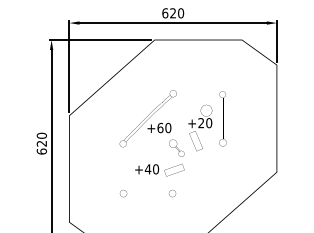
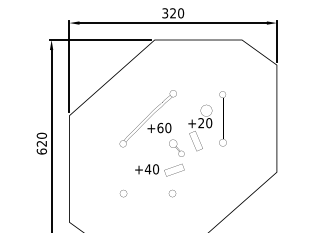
text at (165, 13): 620 -> 320
